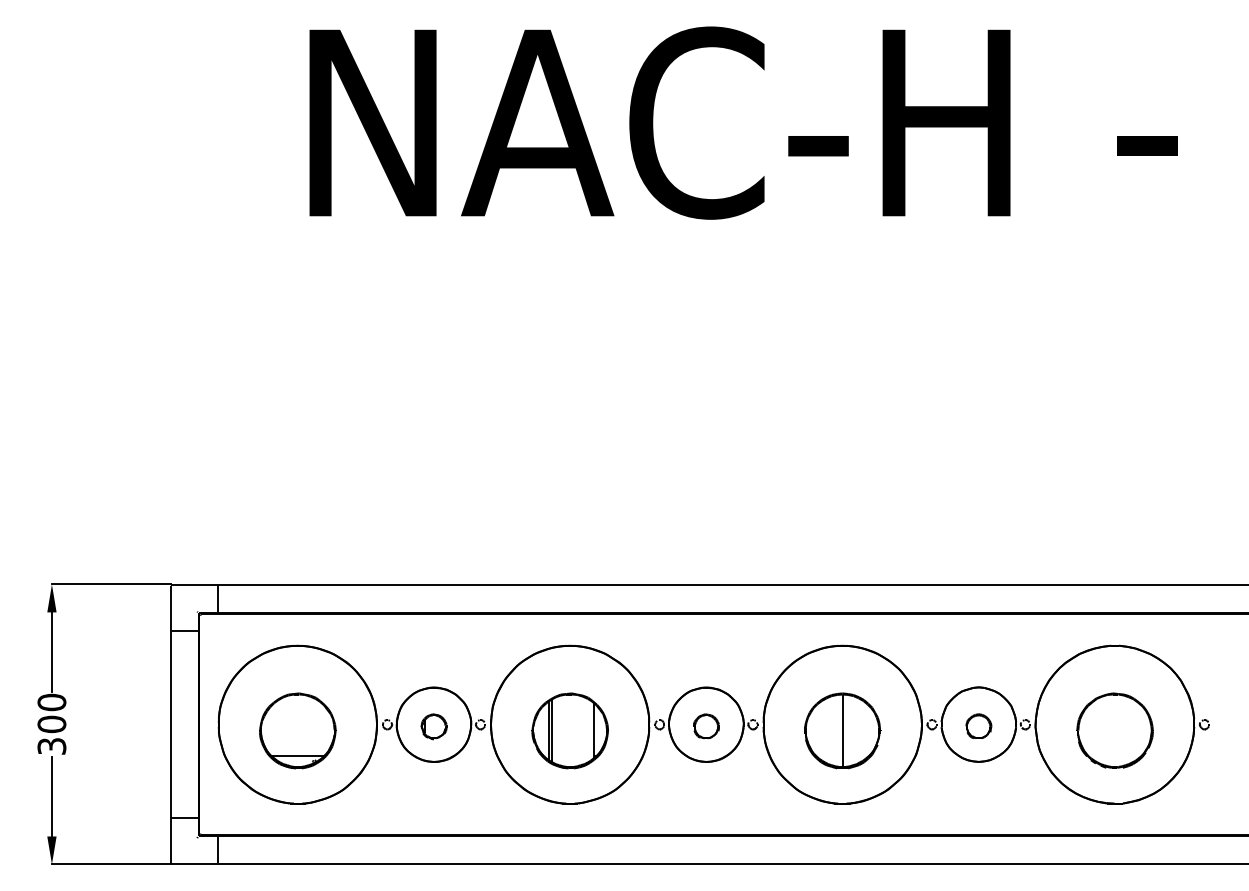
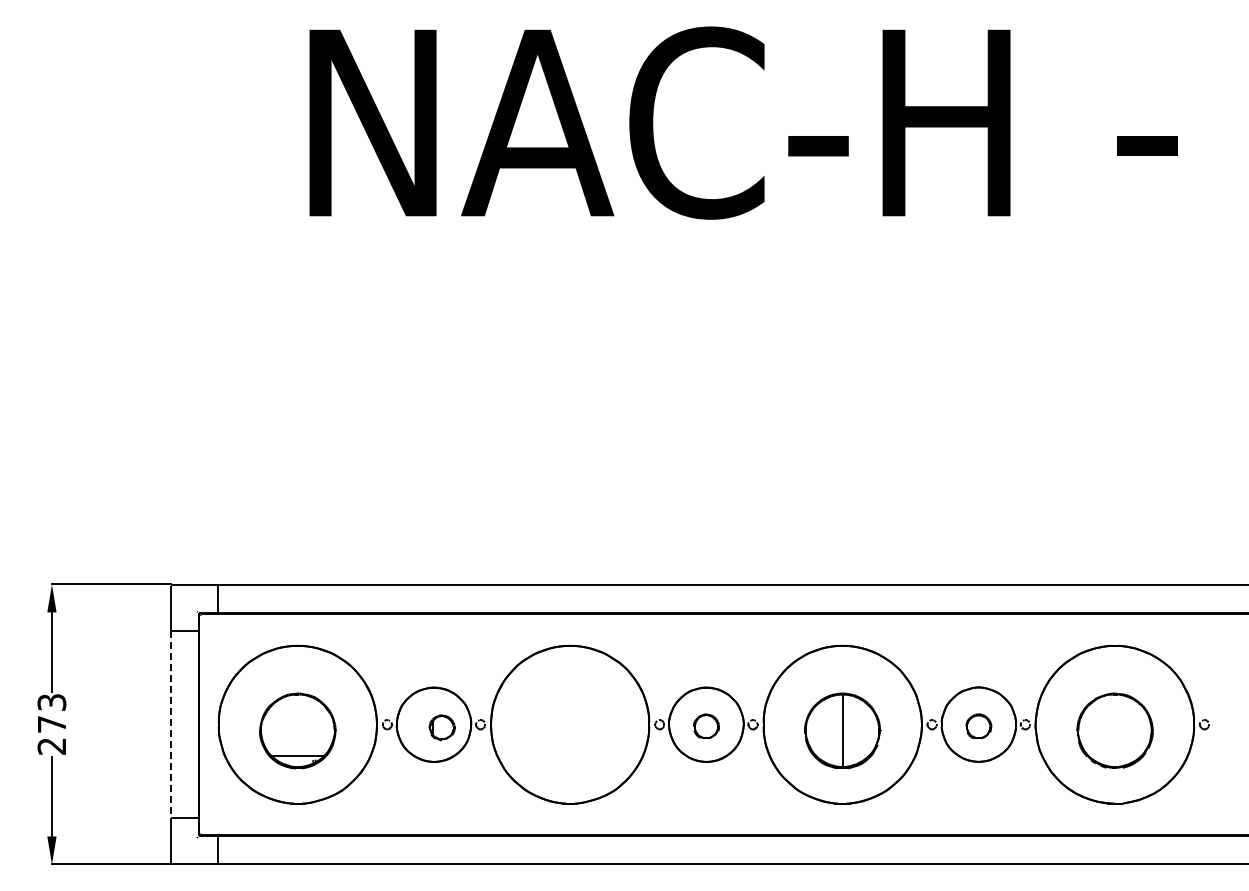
text at (51, 723): 300 -> 273
line at (170, 725): solid -> dashed
part at (433, 726) position: (433, 726) -> (441, 727)
part at (569, 730): present -> none
